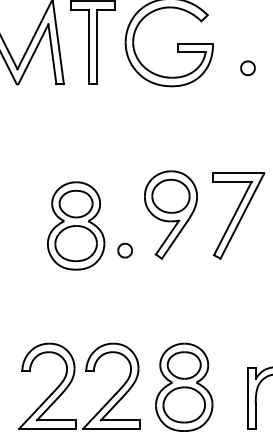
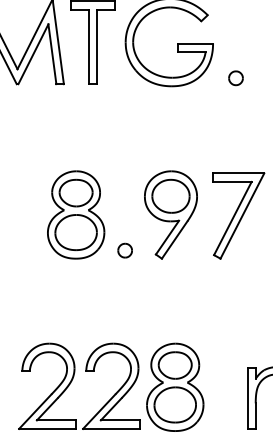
part at (247, 68) position: (247, 68) -> (235, 78)
part at (76, 225) position: (76, 225) -> (76, 214)
part at (184, 386) position: (184, 386) -> (175, 386)
